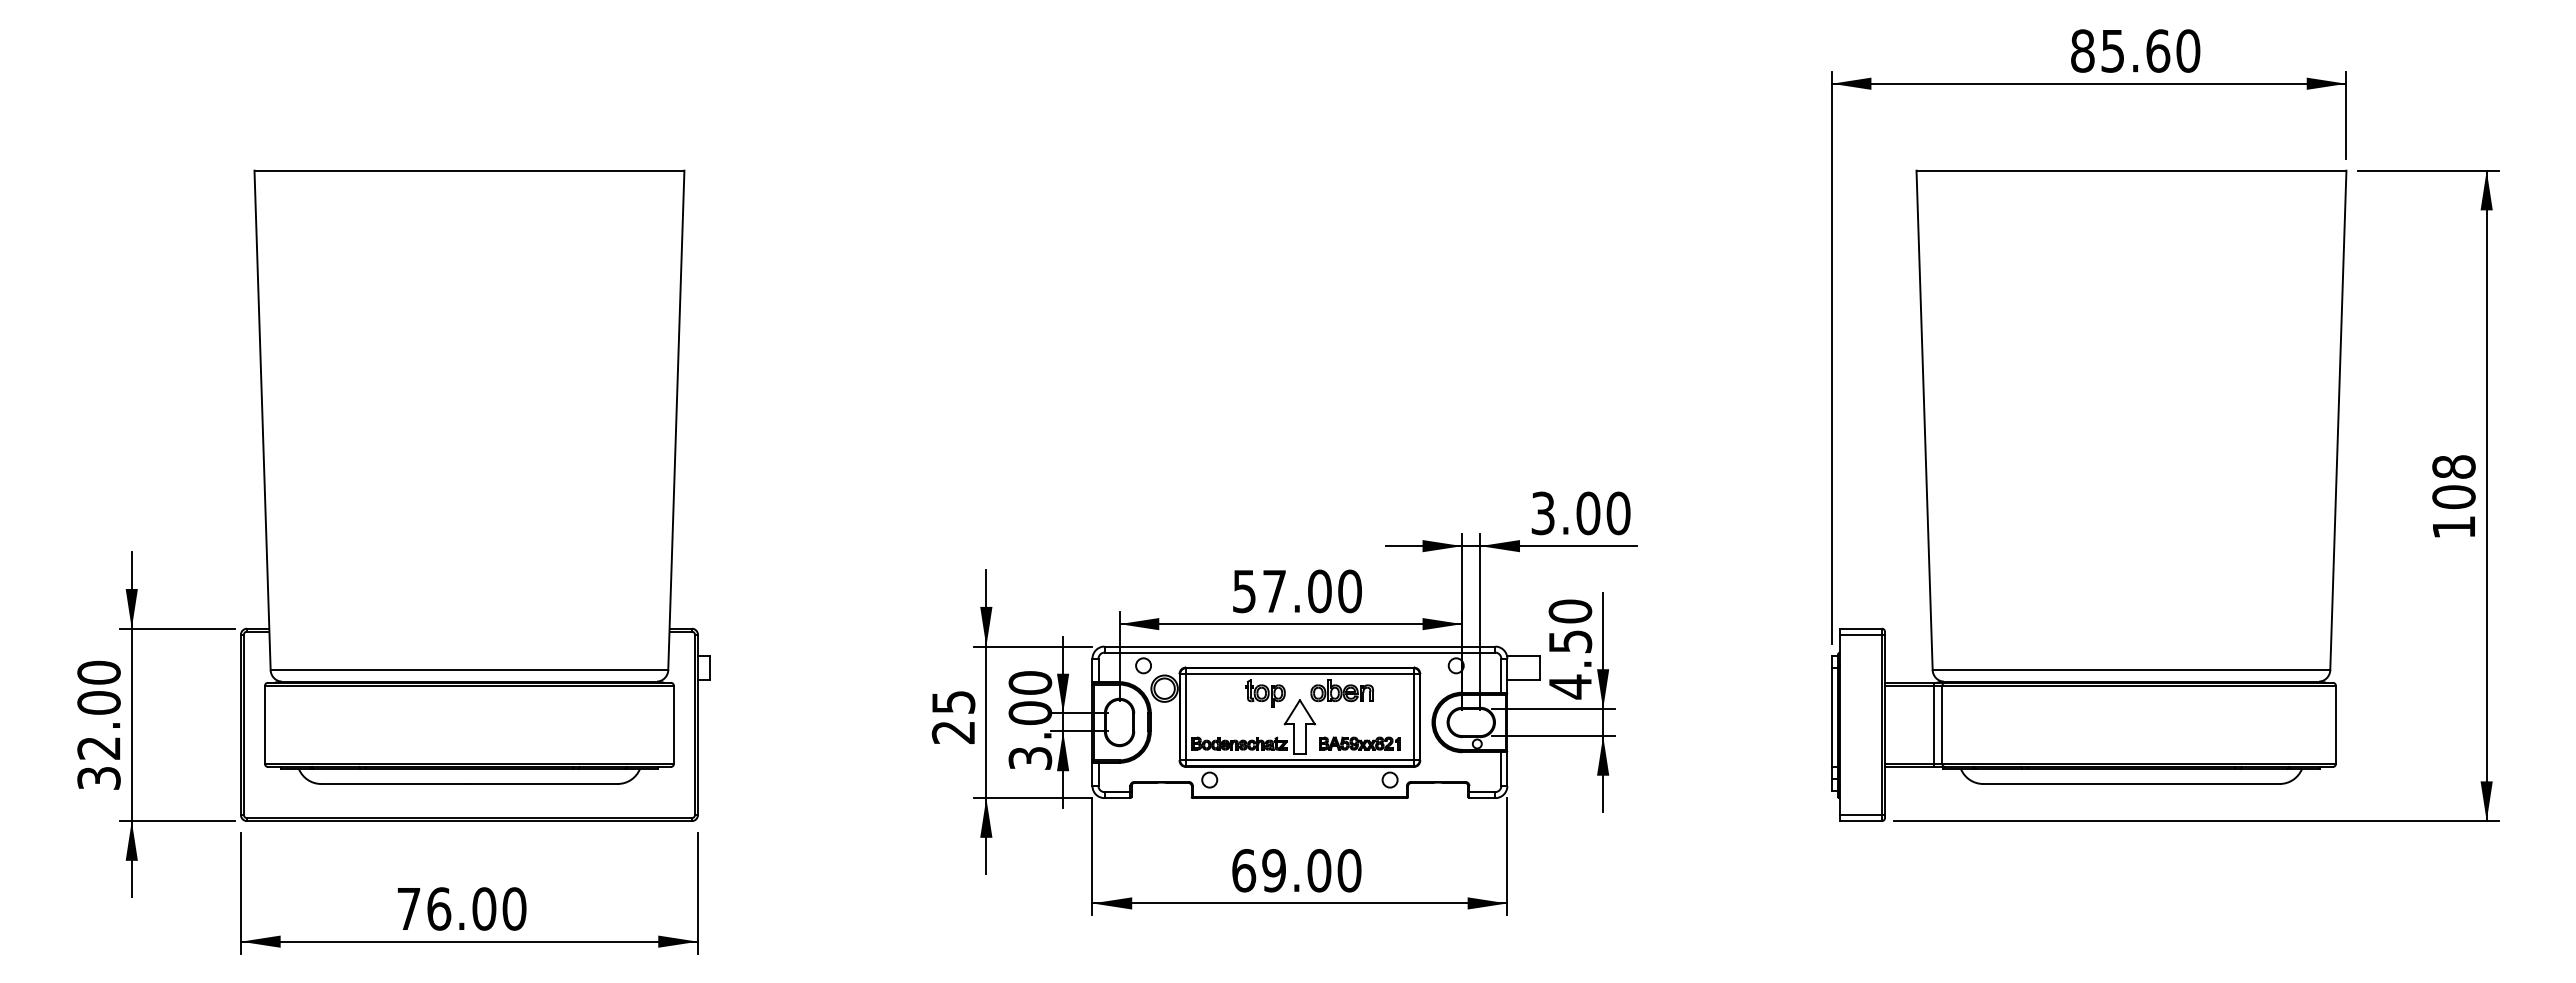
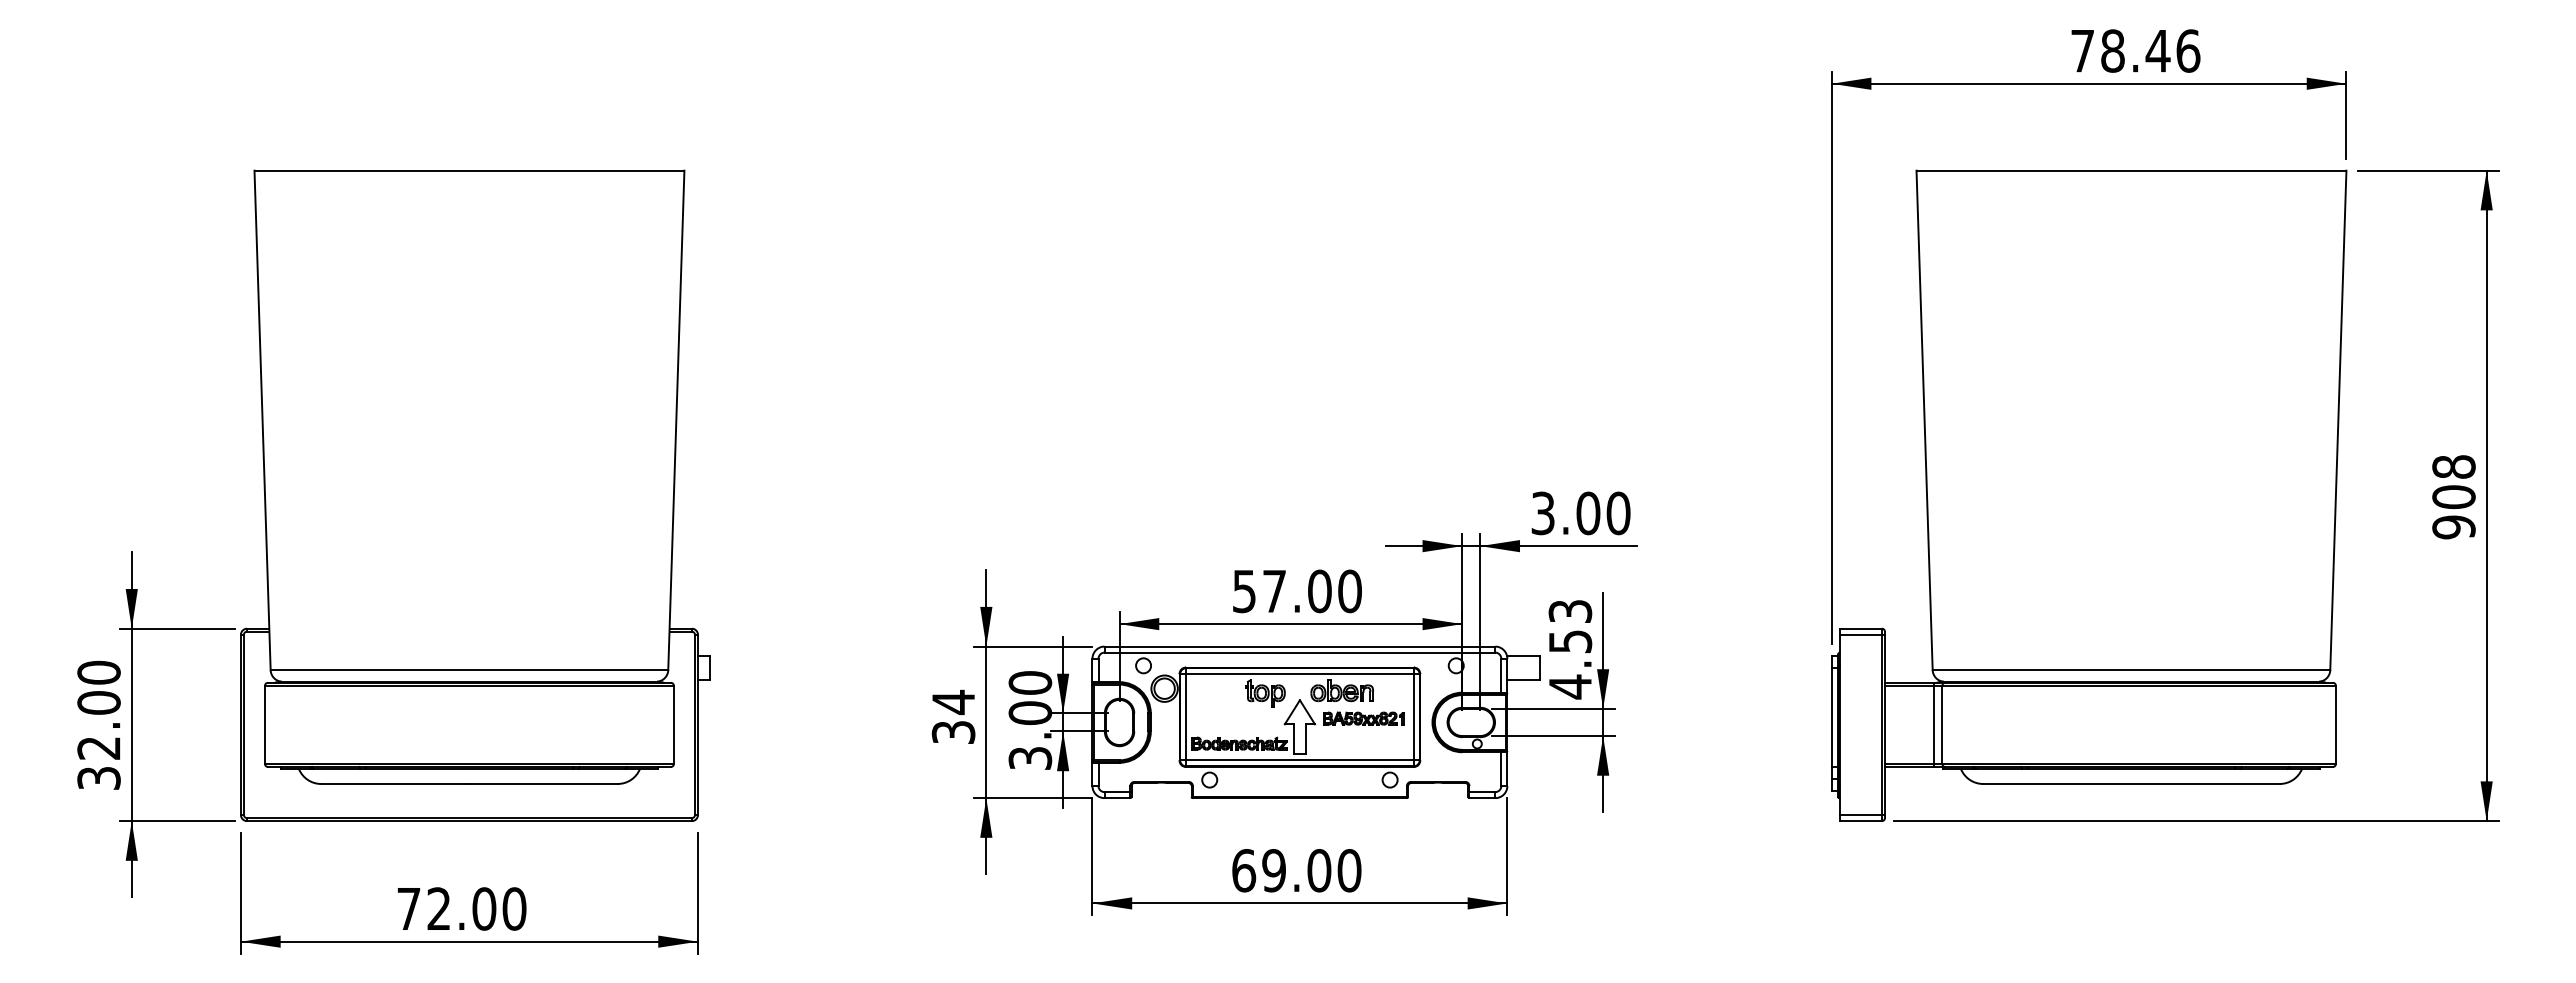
text at (2135, 50): 85.60 -> 78.46
text at (2453, 527): 108 -> 908
text at (1570, 611): 4.50 -> 4.53
text at (953, 716): 25 -> 34
part at (1359, 743) position: (1359, 743) -> (1363, 718)
text at (439, 908): 76.00 -> 72.00
